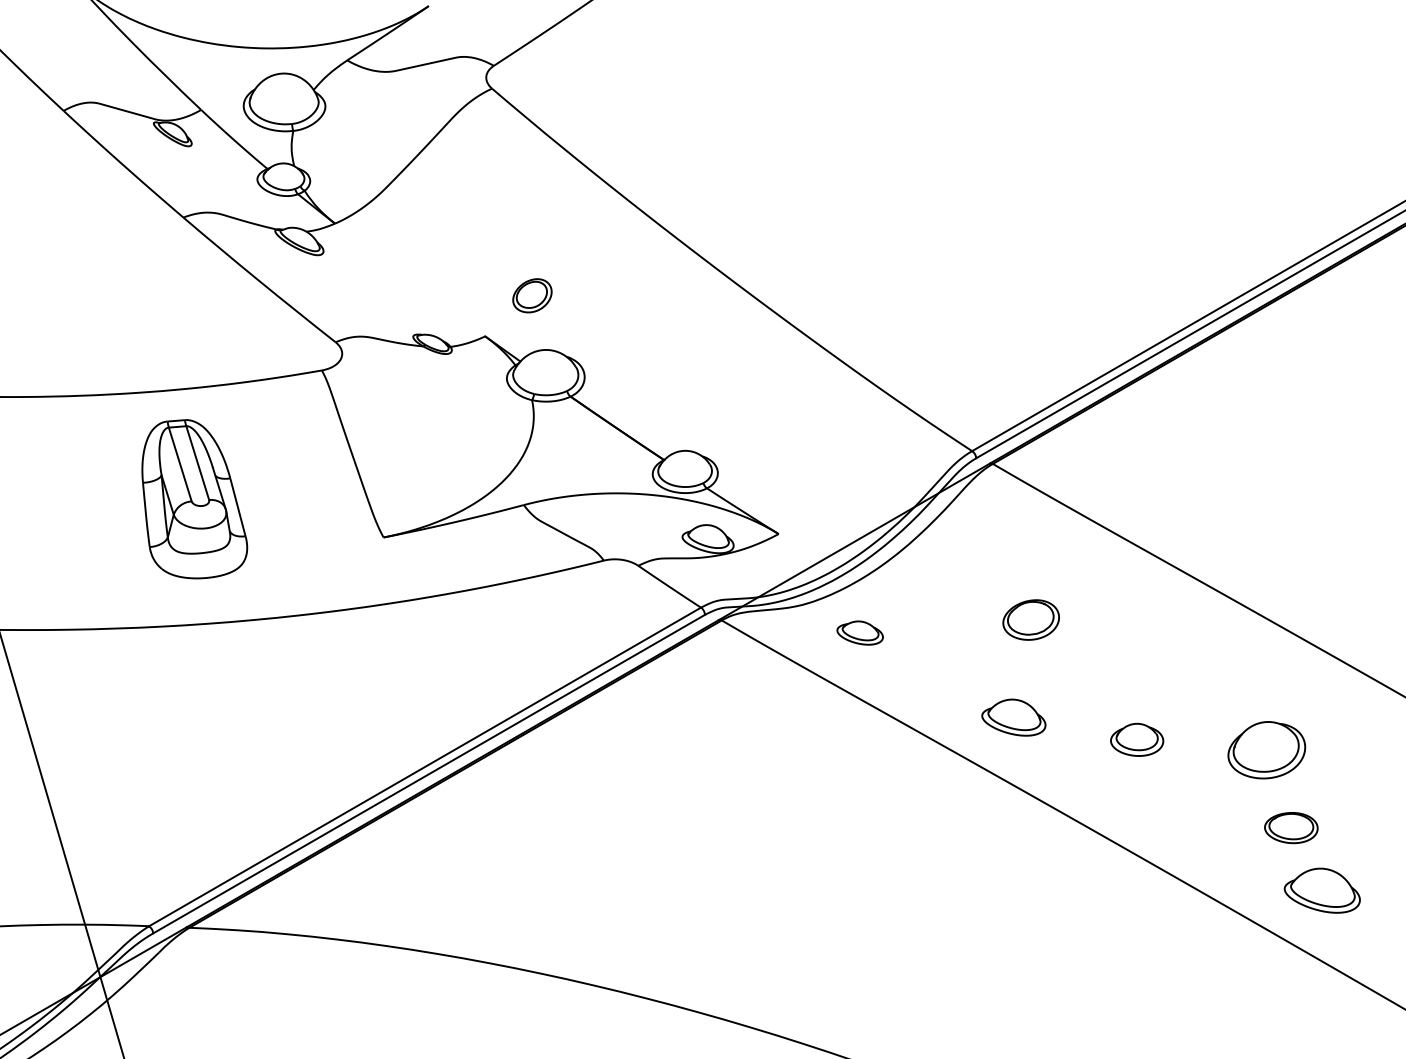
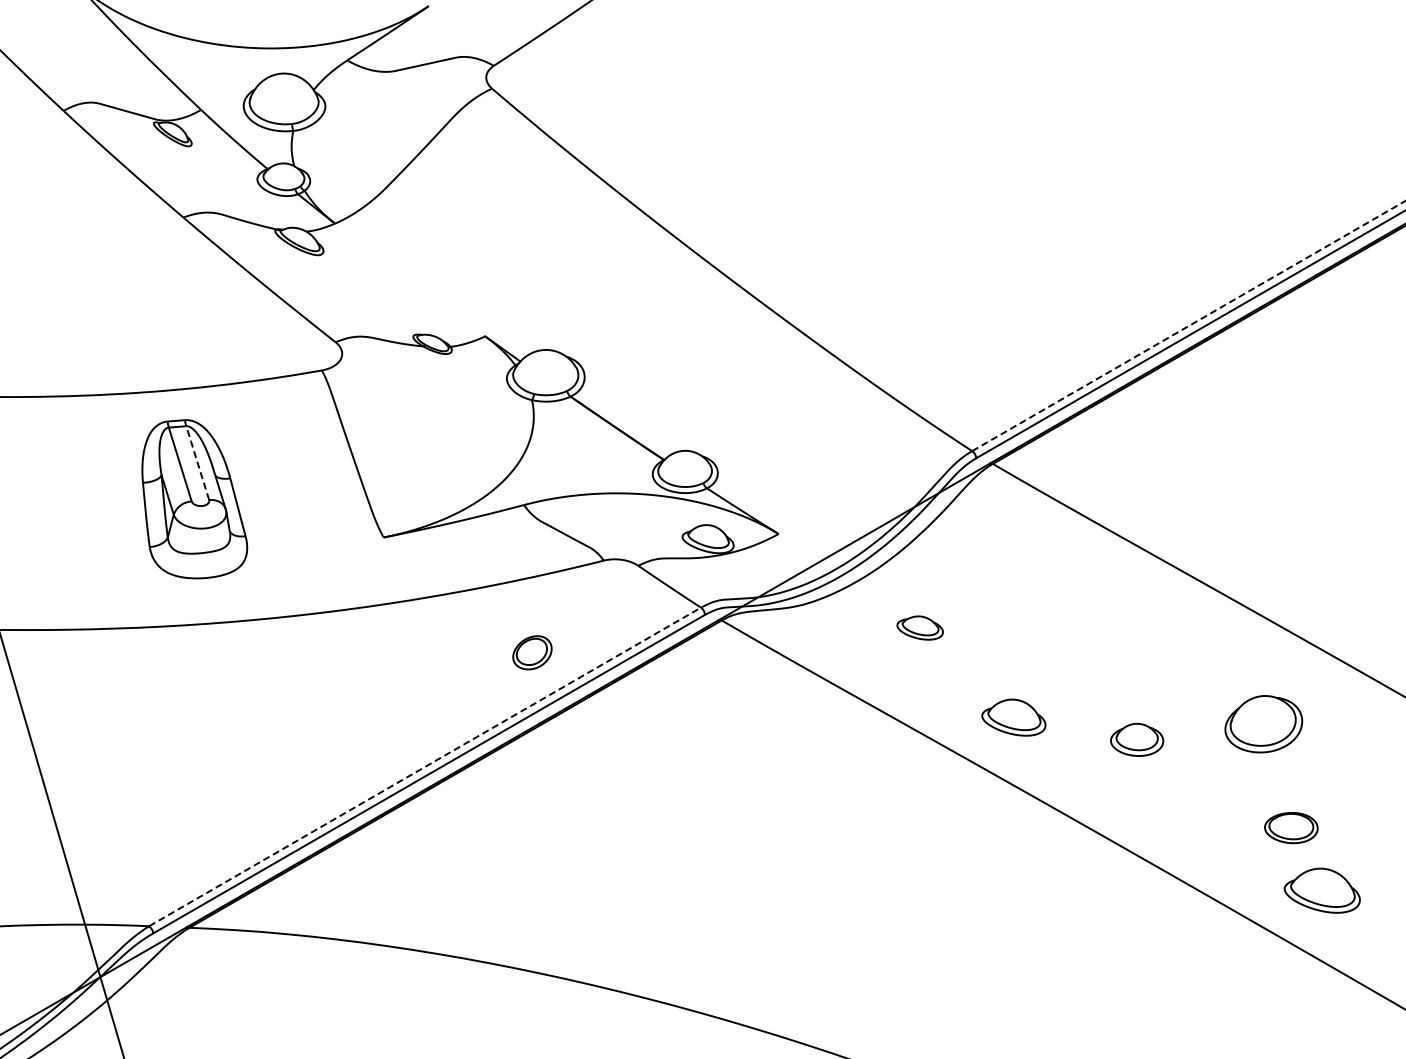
part at (532, 295) position: (532, 295) -> (532, 652)
line at (1189, 325): solid -> dashed
line at (197, 463): solid -> dashed
part at (1030, 619): present -> none
part at (859, 632) position: (859, 632) -> (919, 627)
part at (1266, 750) position: (1266, 750) -> (1263, 724)
line at (425, 766): solid -> dashed
